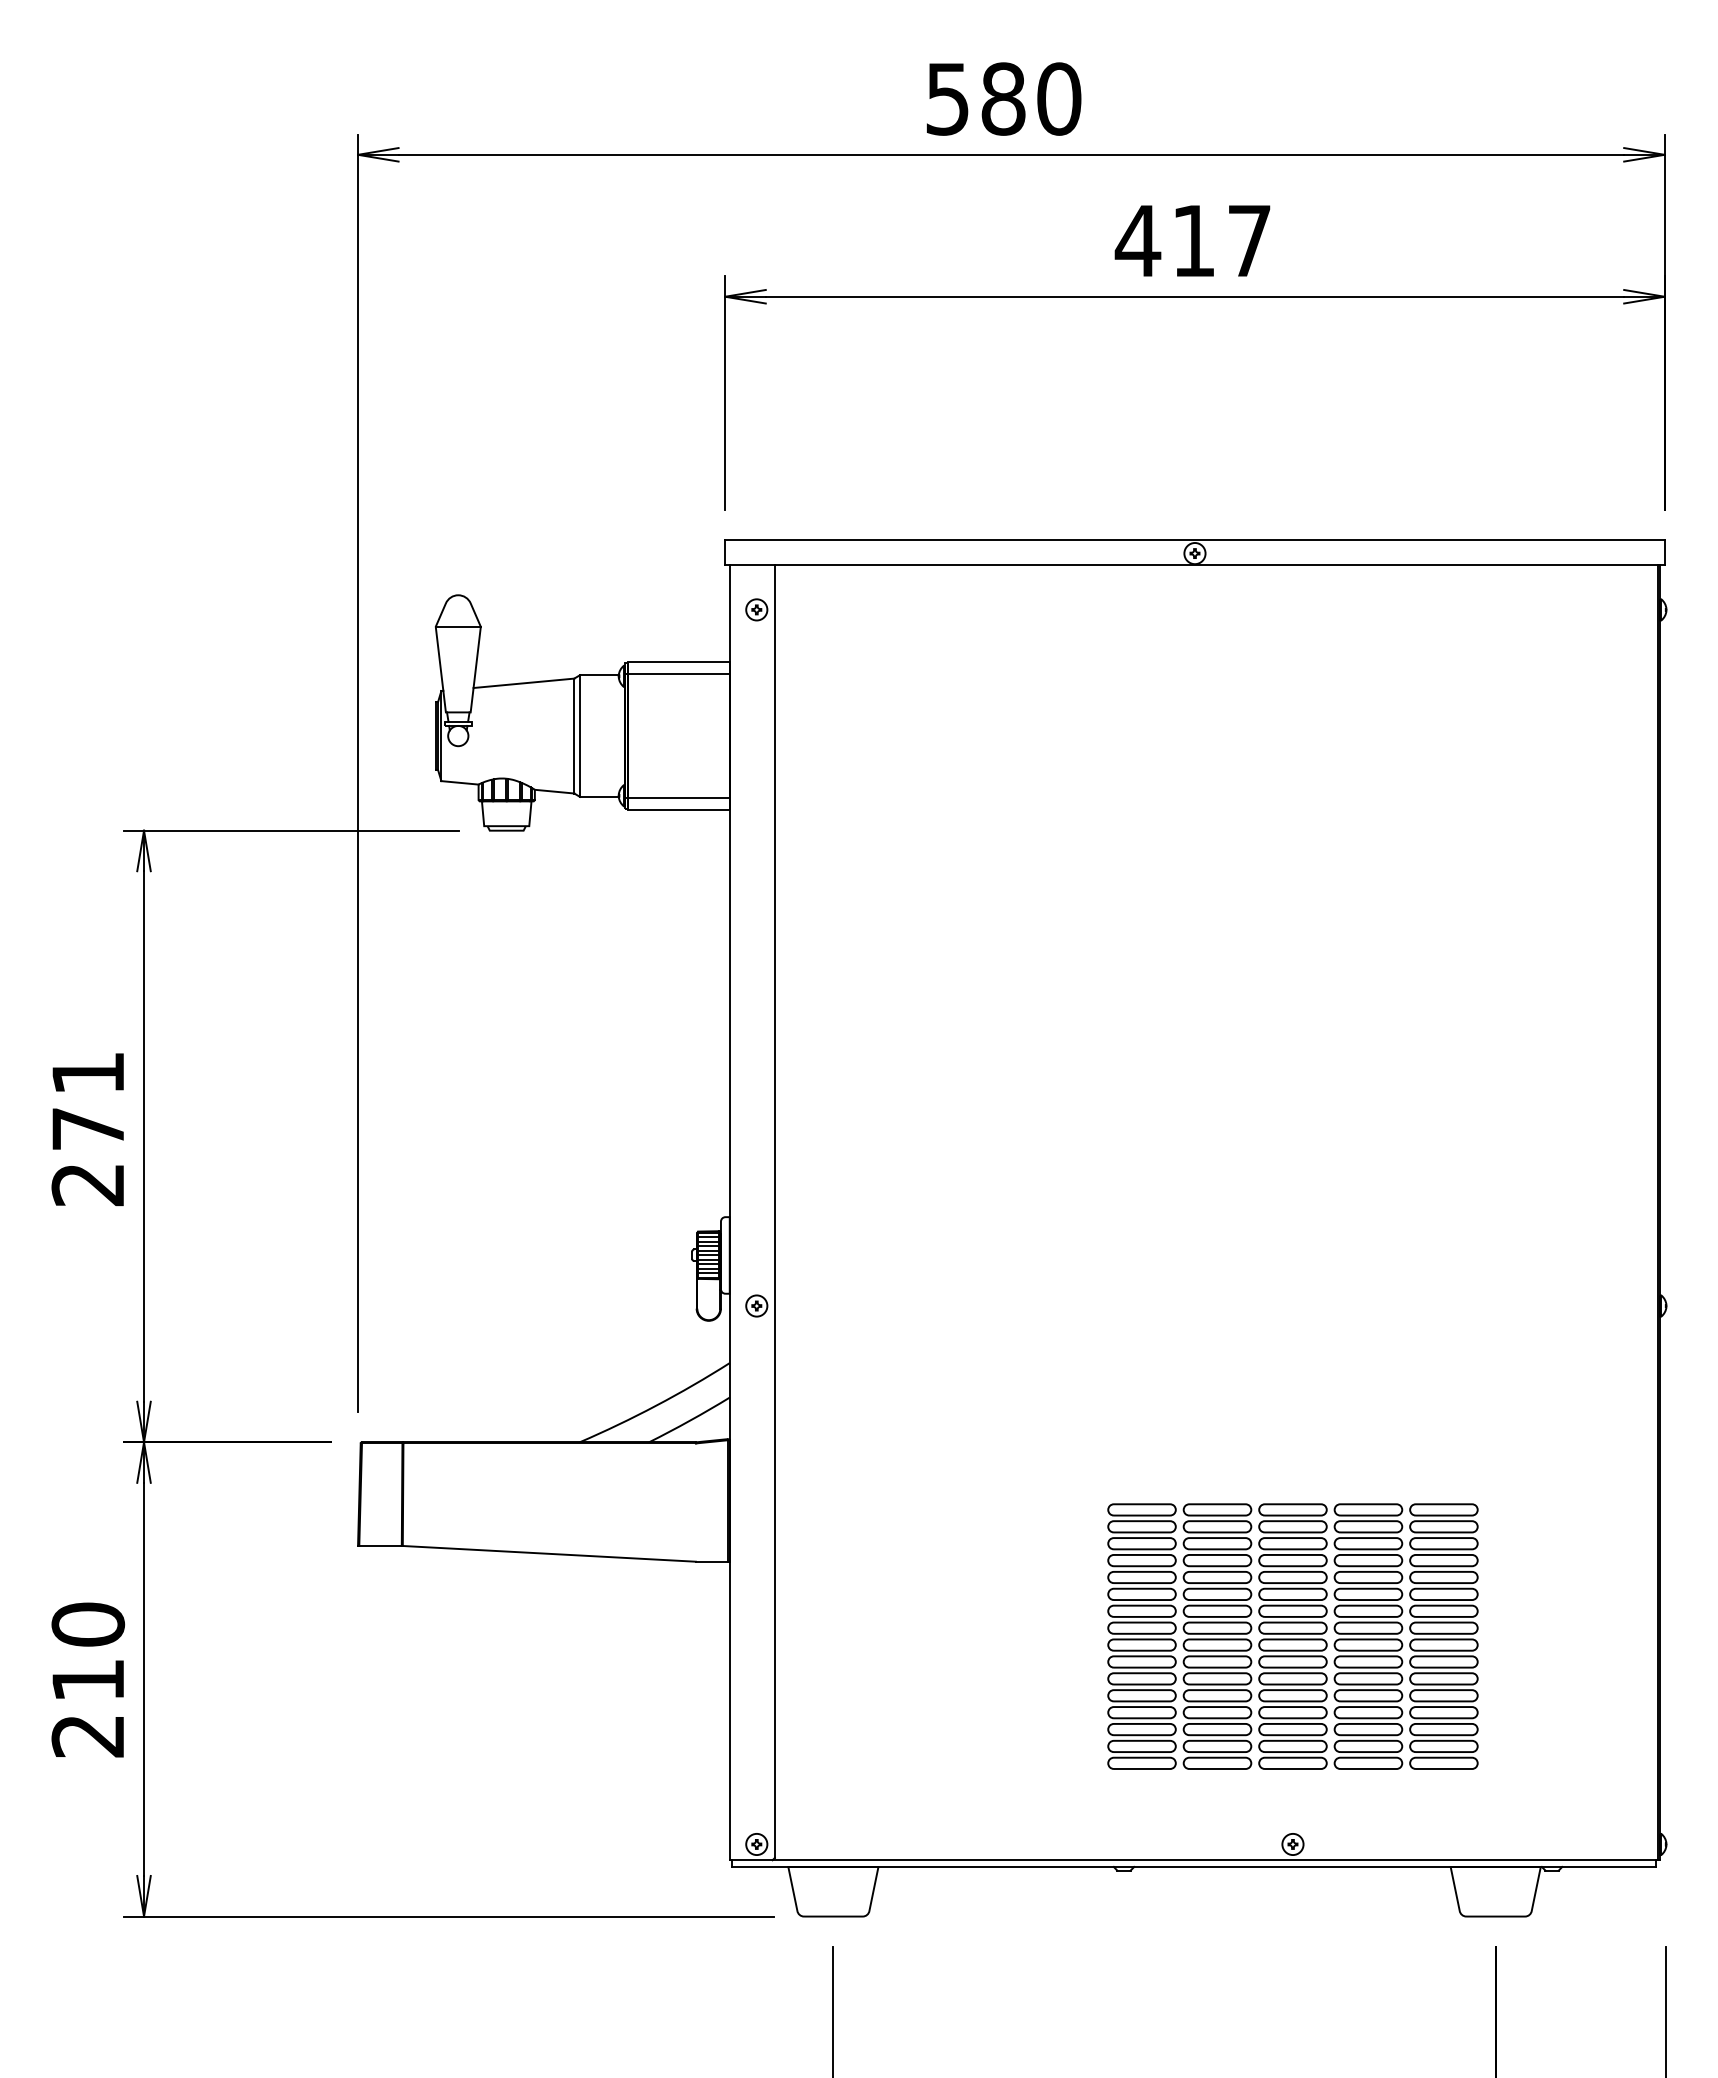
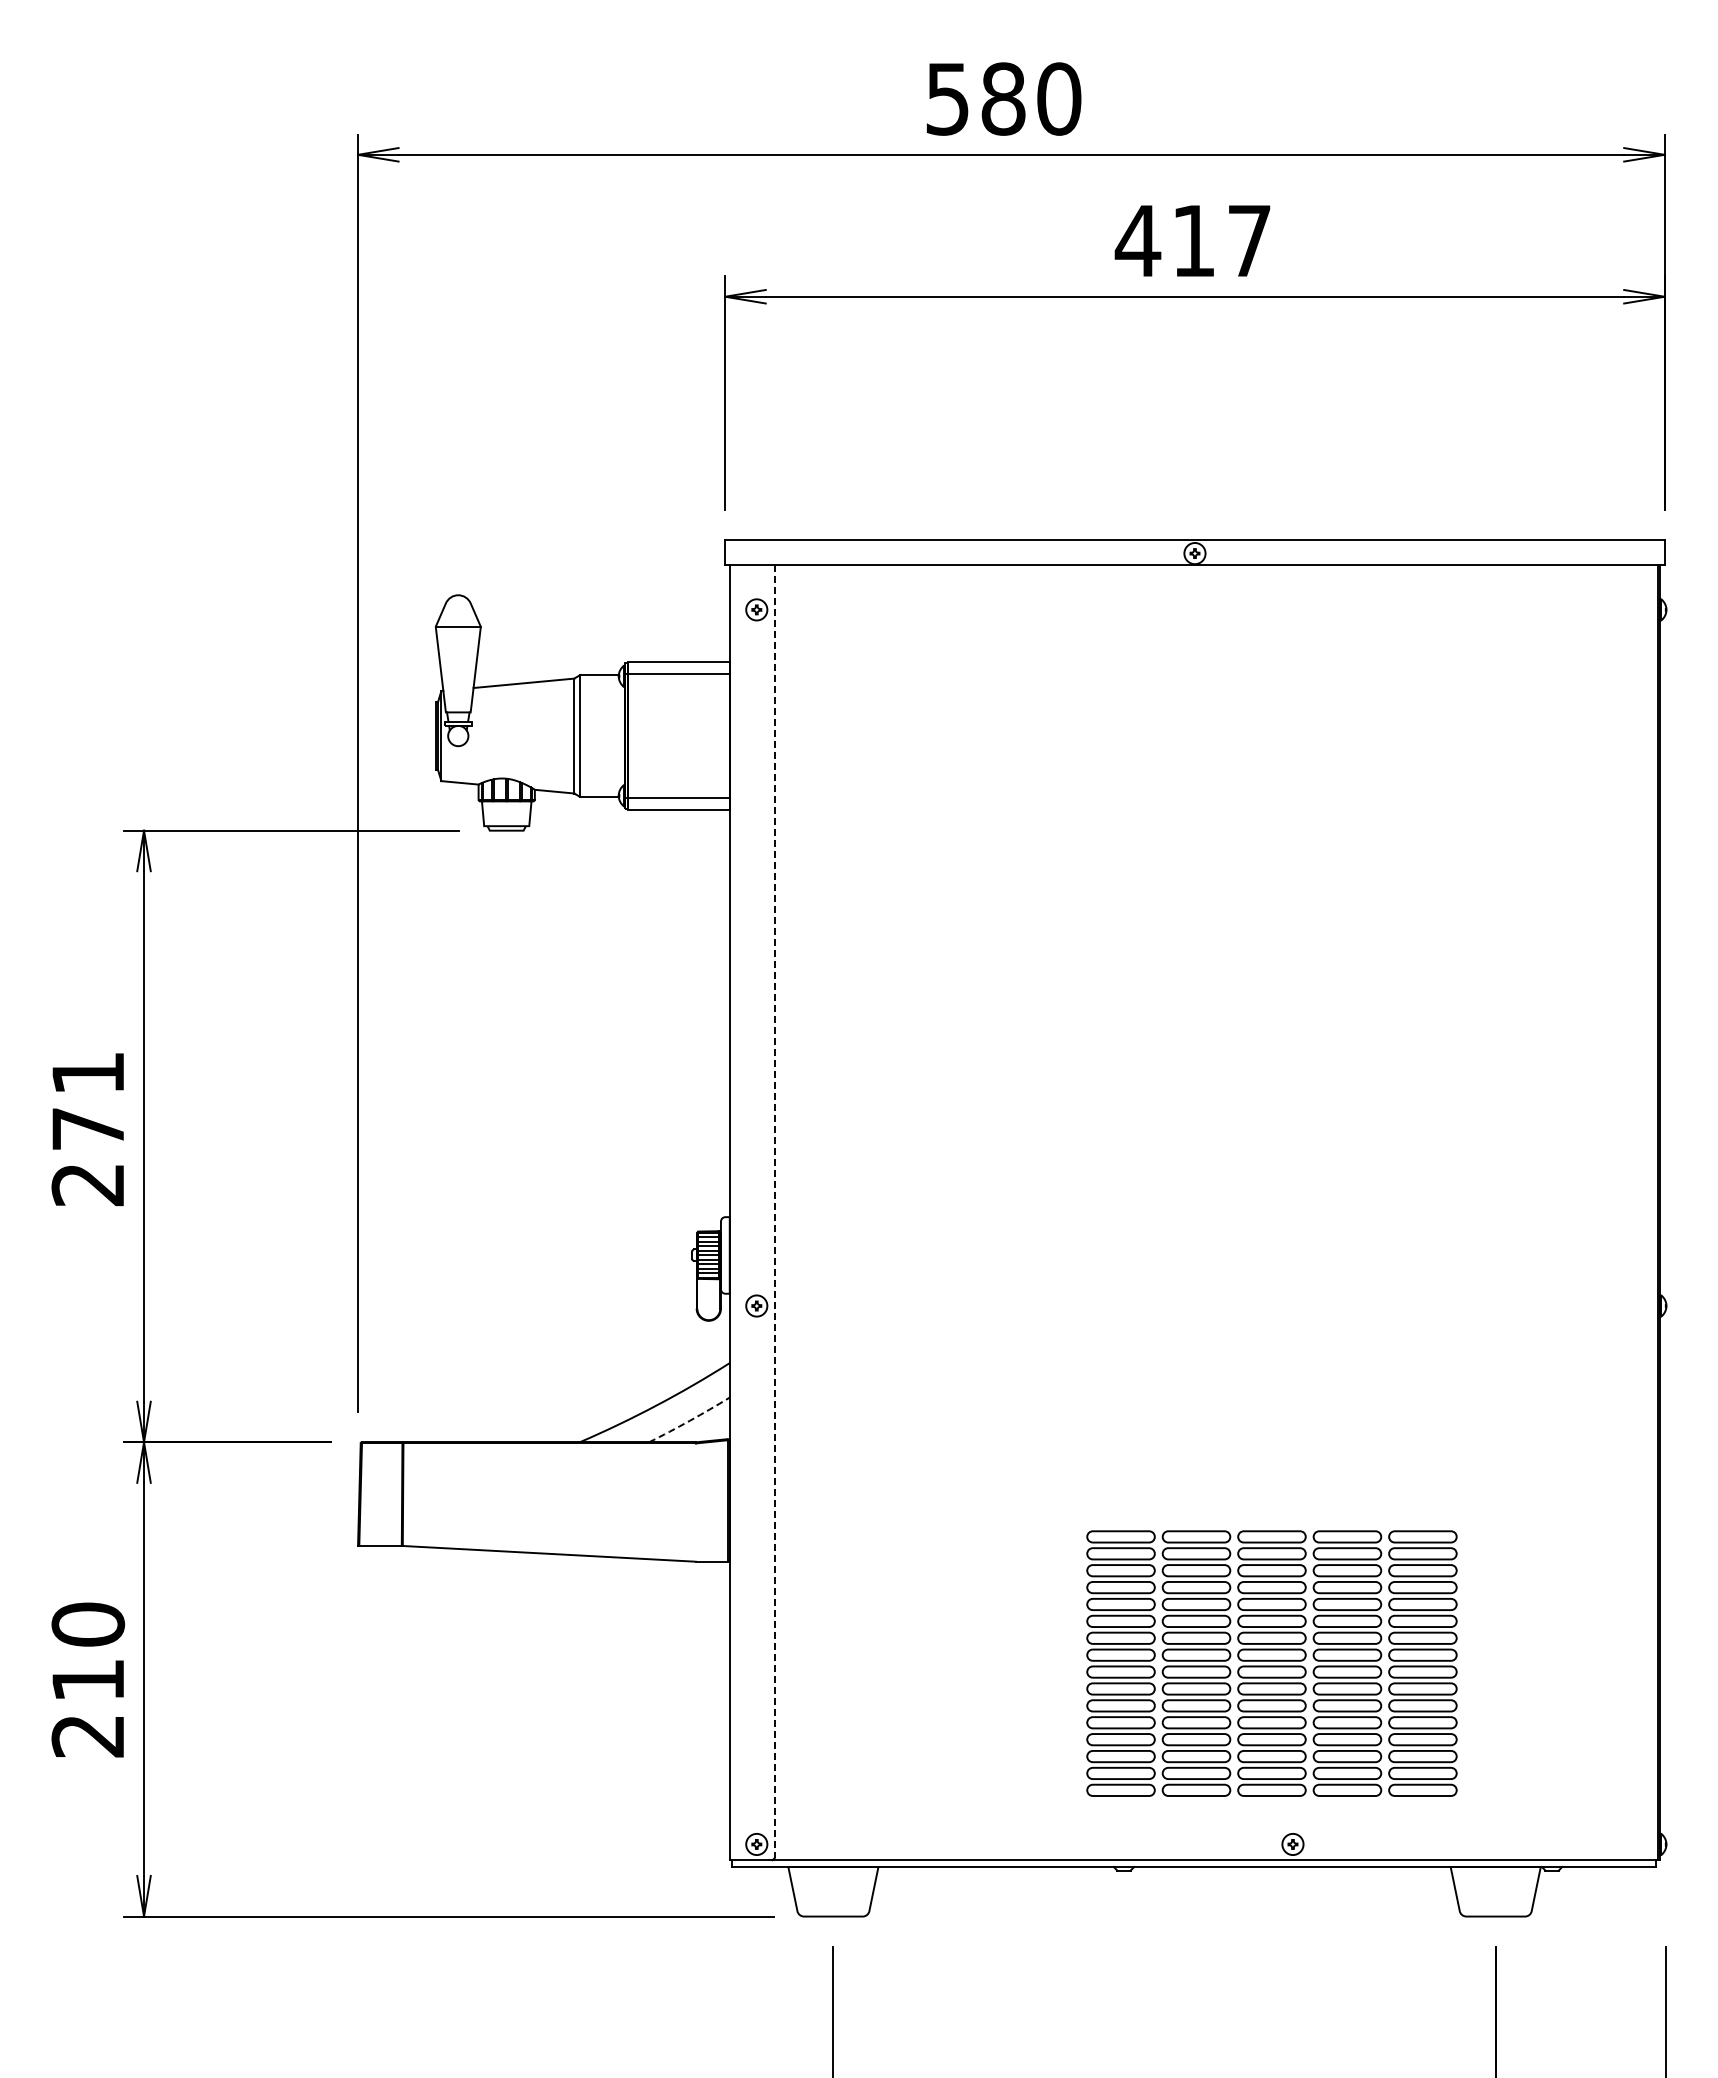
line at (774, 1211): solid -> dashed
arc at (689, 1420): solid -> dashed
part at (1292, 1636) position: (1292, 1636) -> (1271, 1663)
